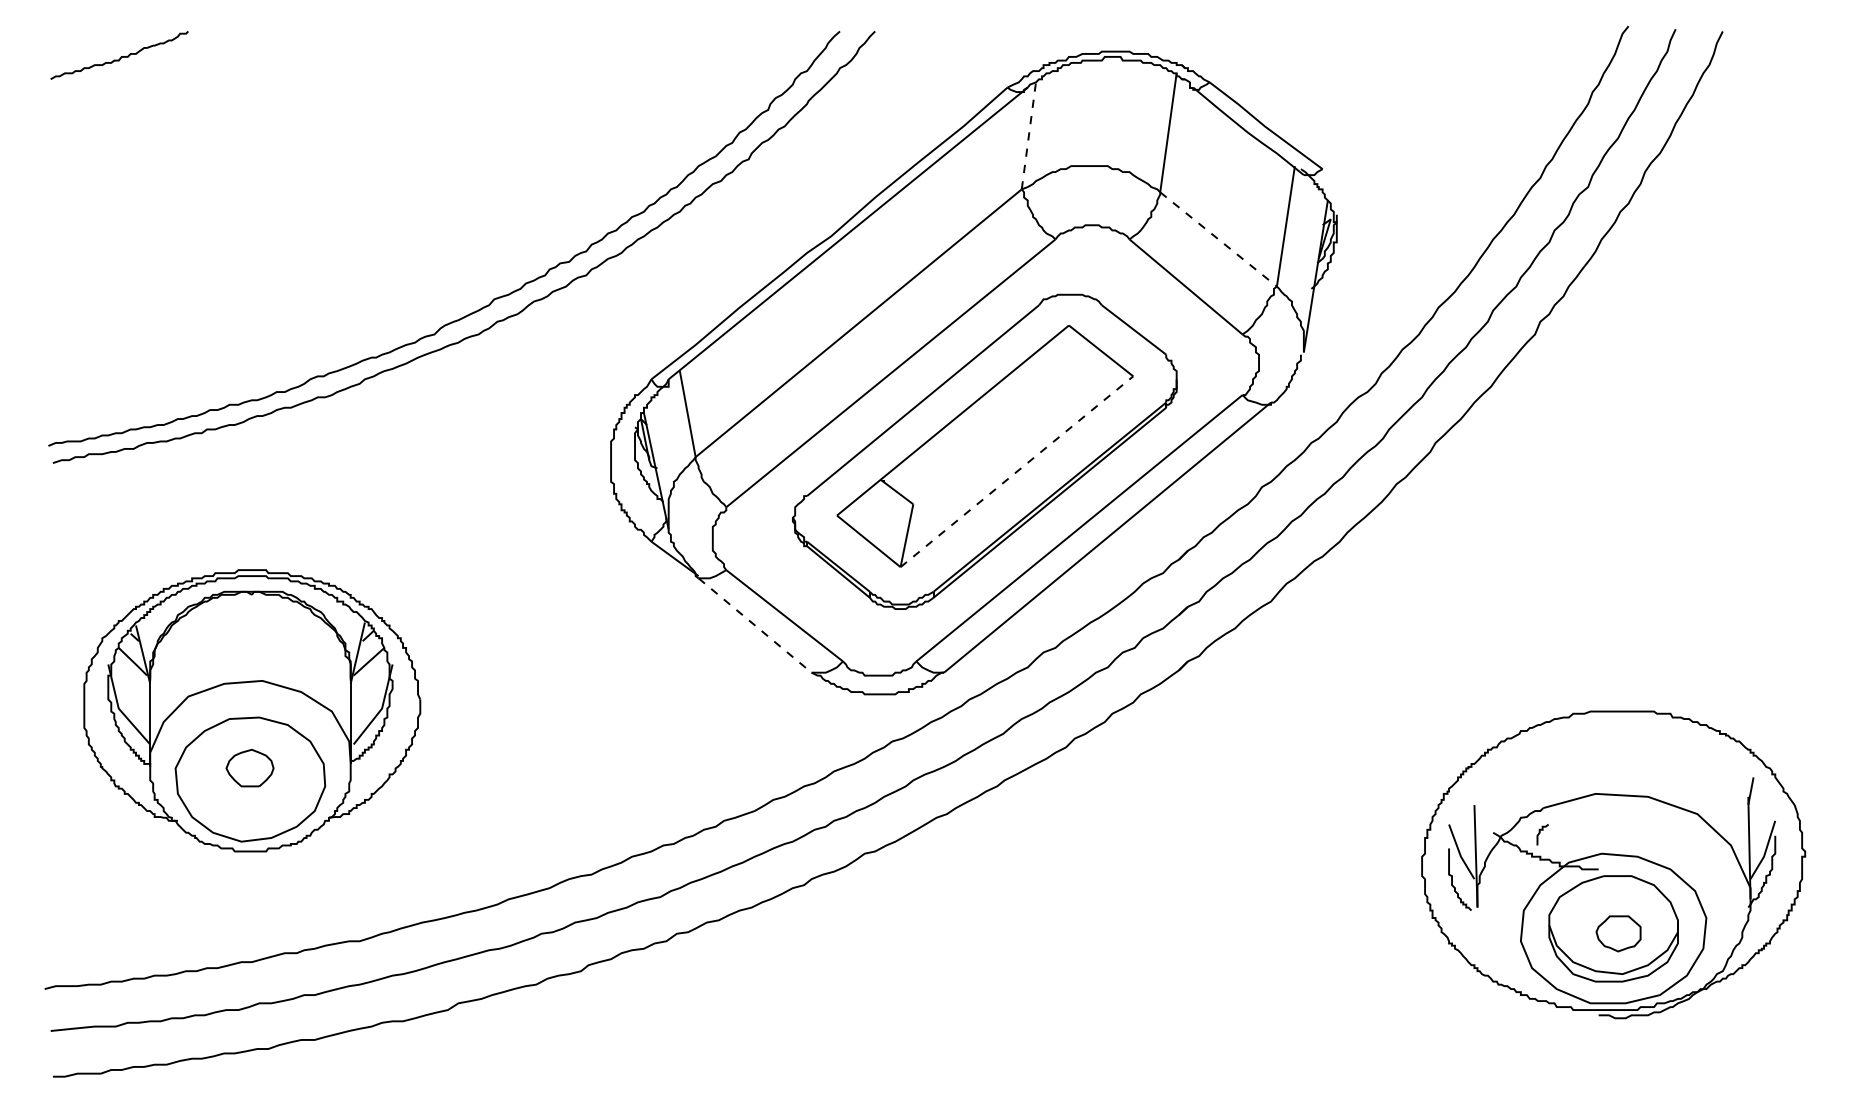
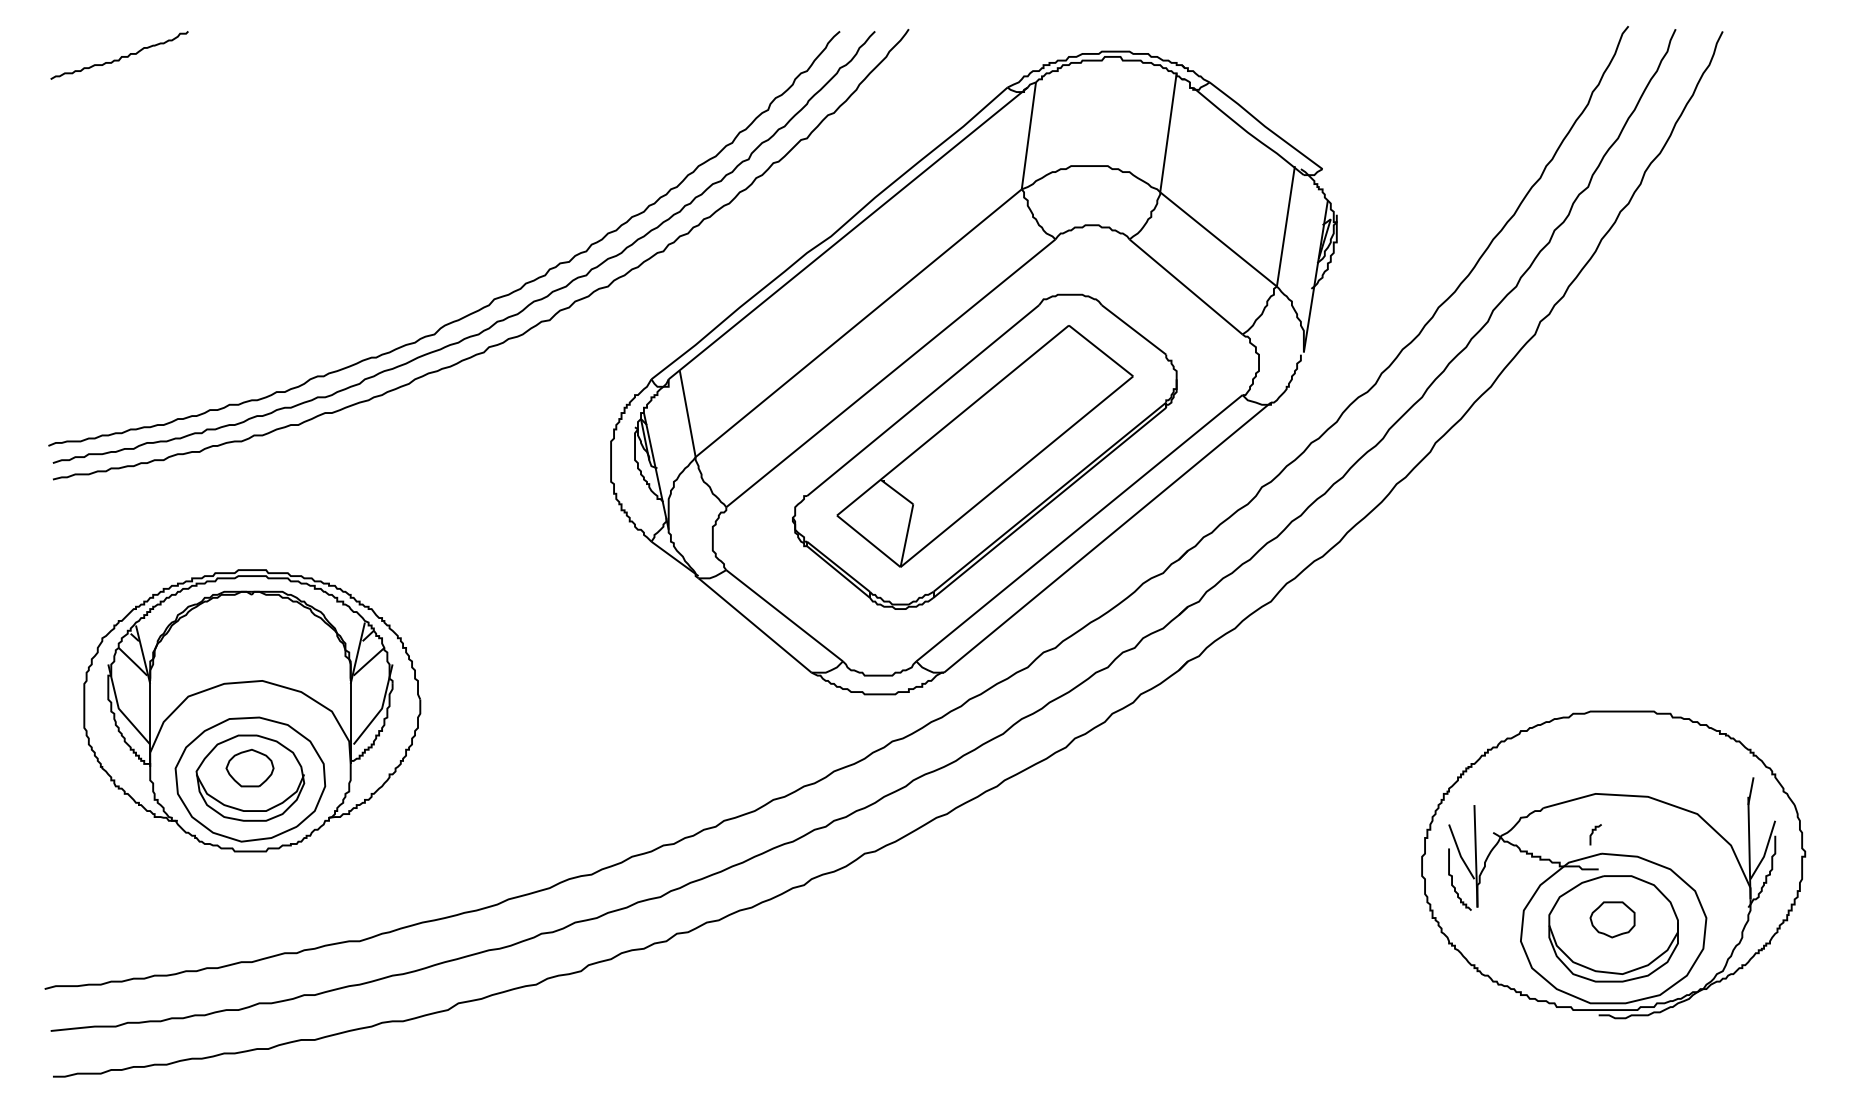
line at (1028, 135): dashed -> solid
line at (1218, 239): dashed -> solid
curve at (509, 337): none -> present
line at (1017, 471): dashed -> solid
line at (755, 625): dashed -> solid
part at (250, 777): none -> present
curve at (1540, 833) position: (1540, 833) -> (1593, 833)
part at (1618, 933) position: (1618, 933) -> (1612, 919)
